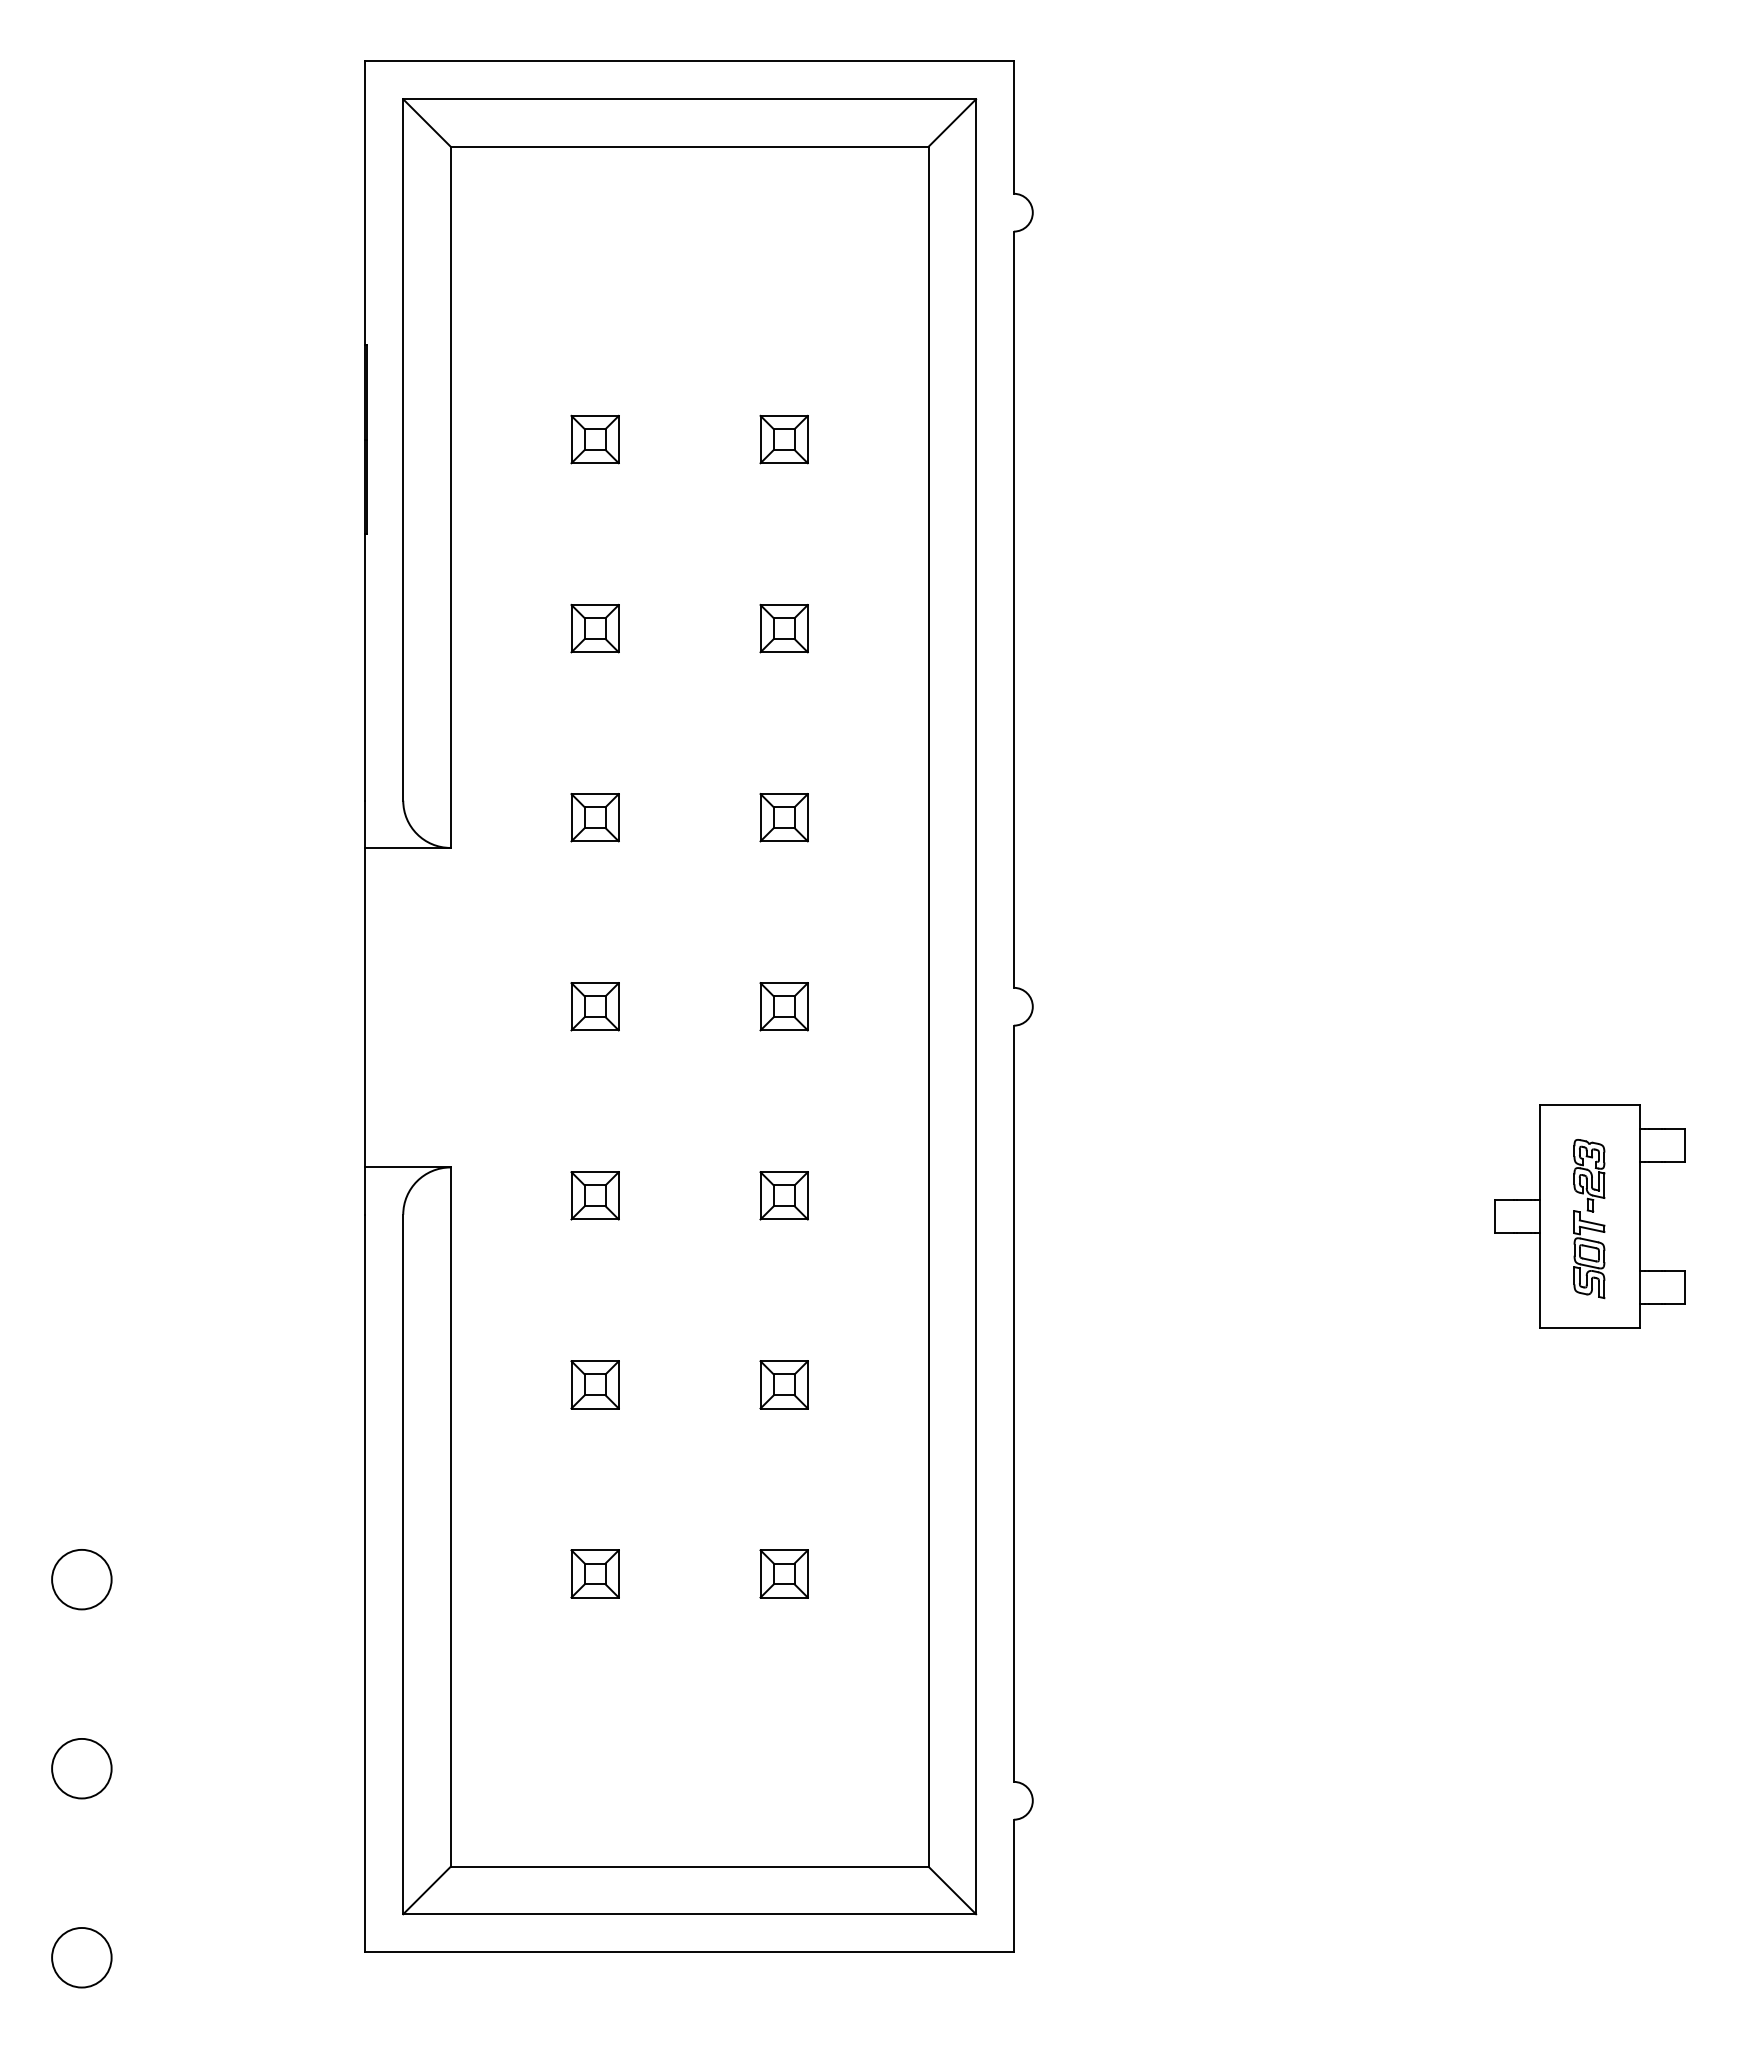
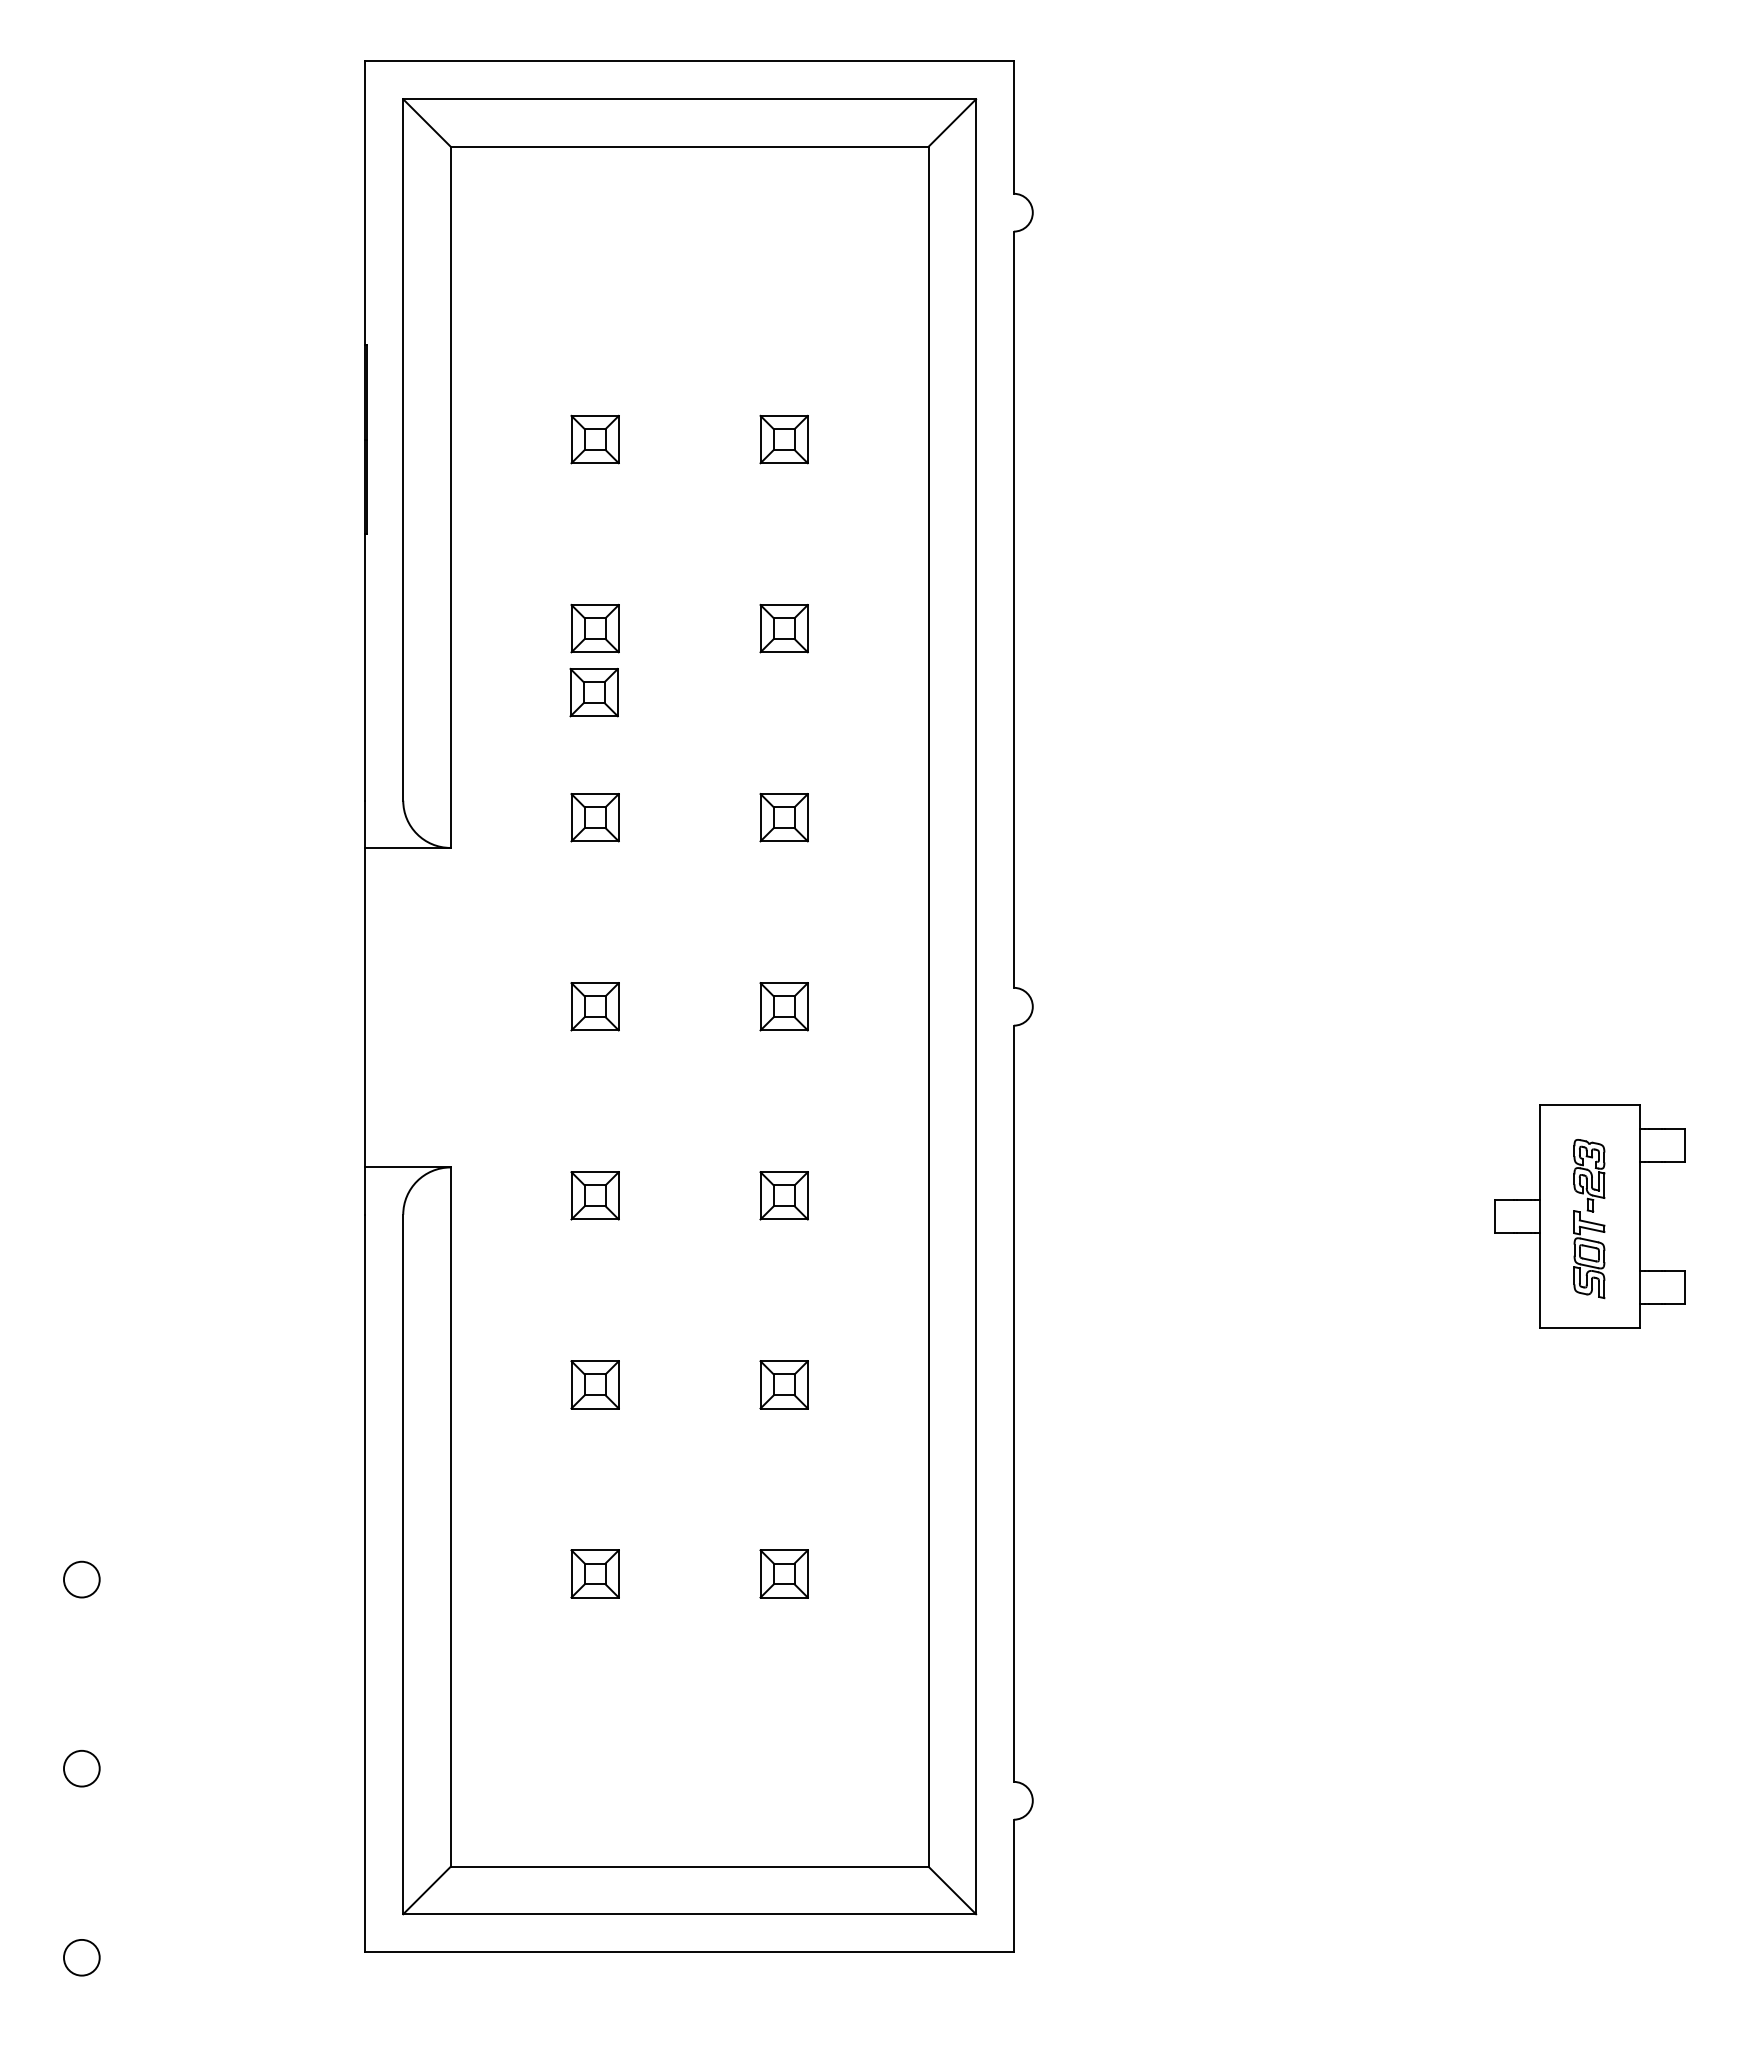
part at (593, 692): none -> present
circle at (81, 1579) diameter: 60 px -> 36 px
circle at (81, 1768) diameter: 60 px -> 36 px
circle at (81, 1957) diameter: 60 px -> 36 px
